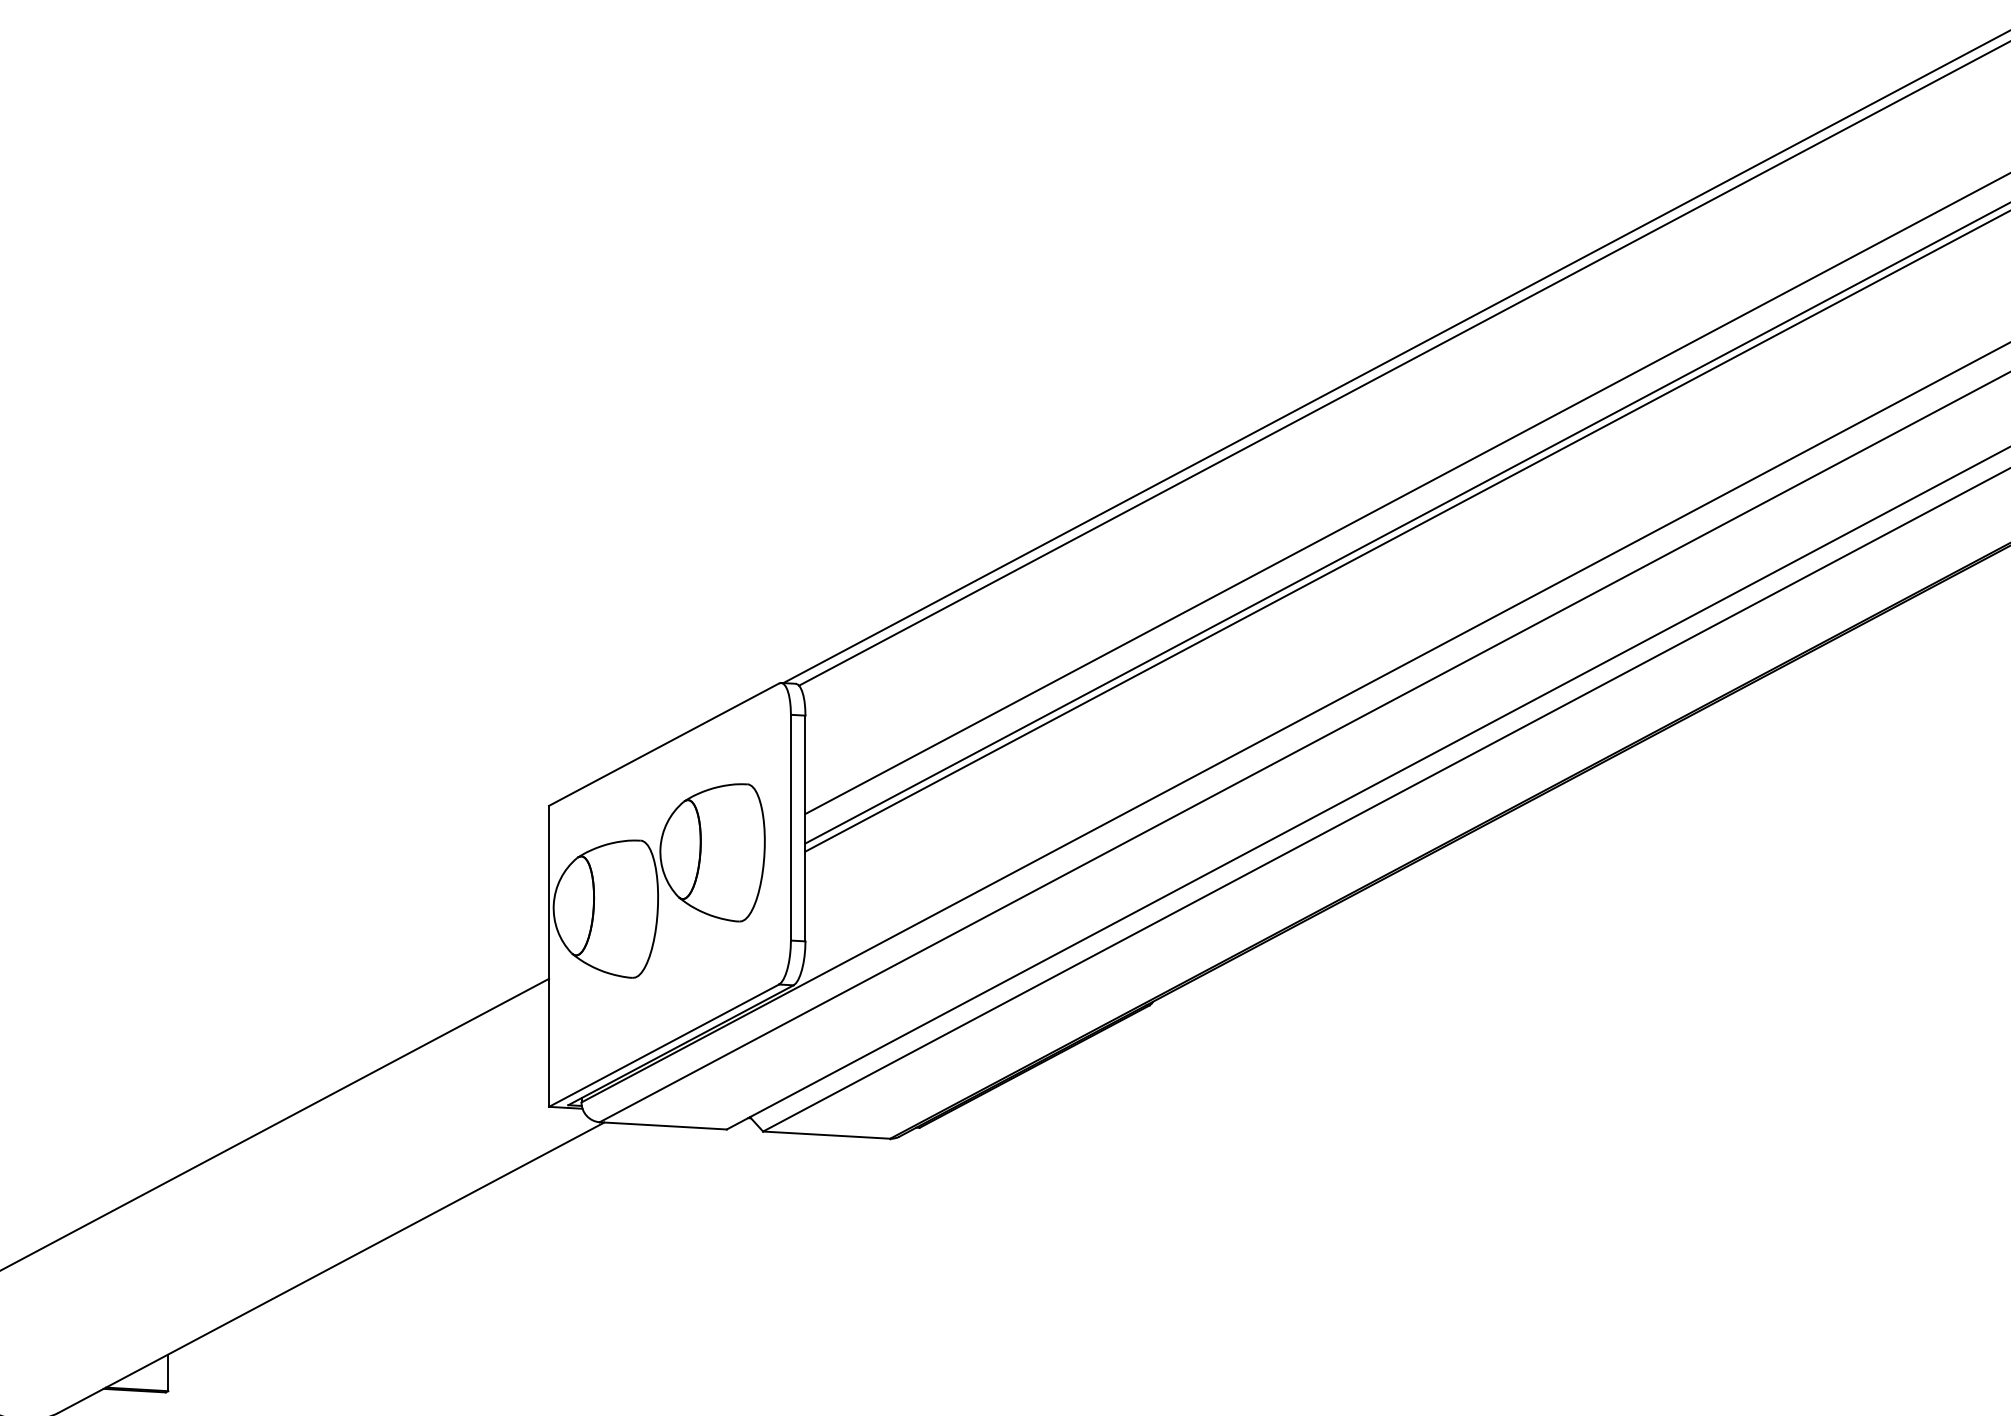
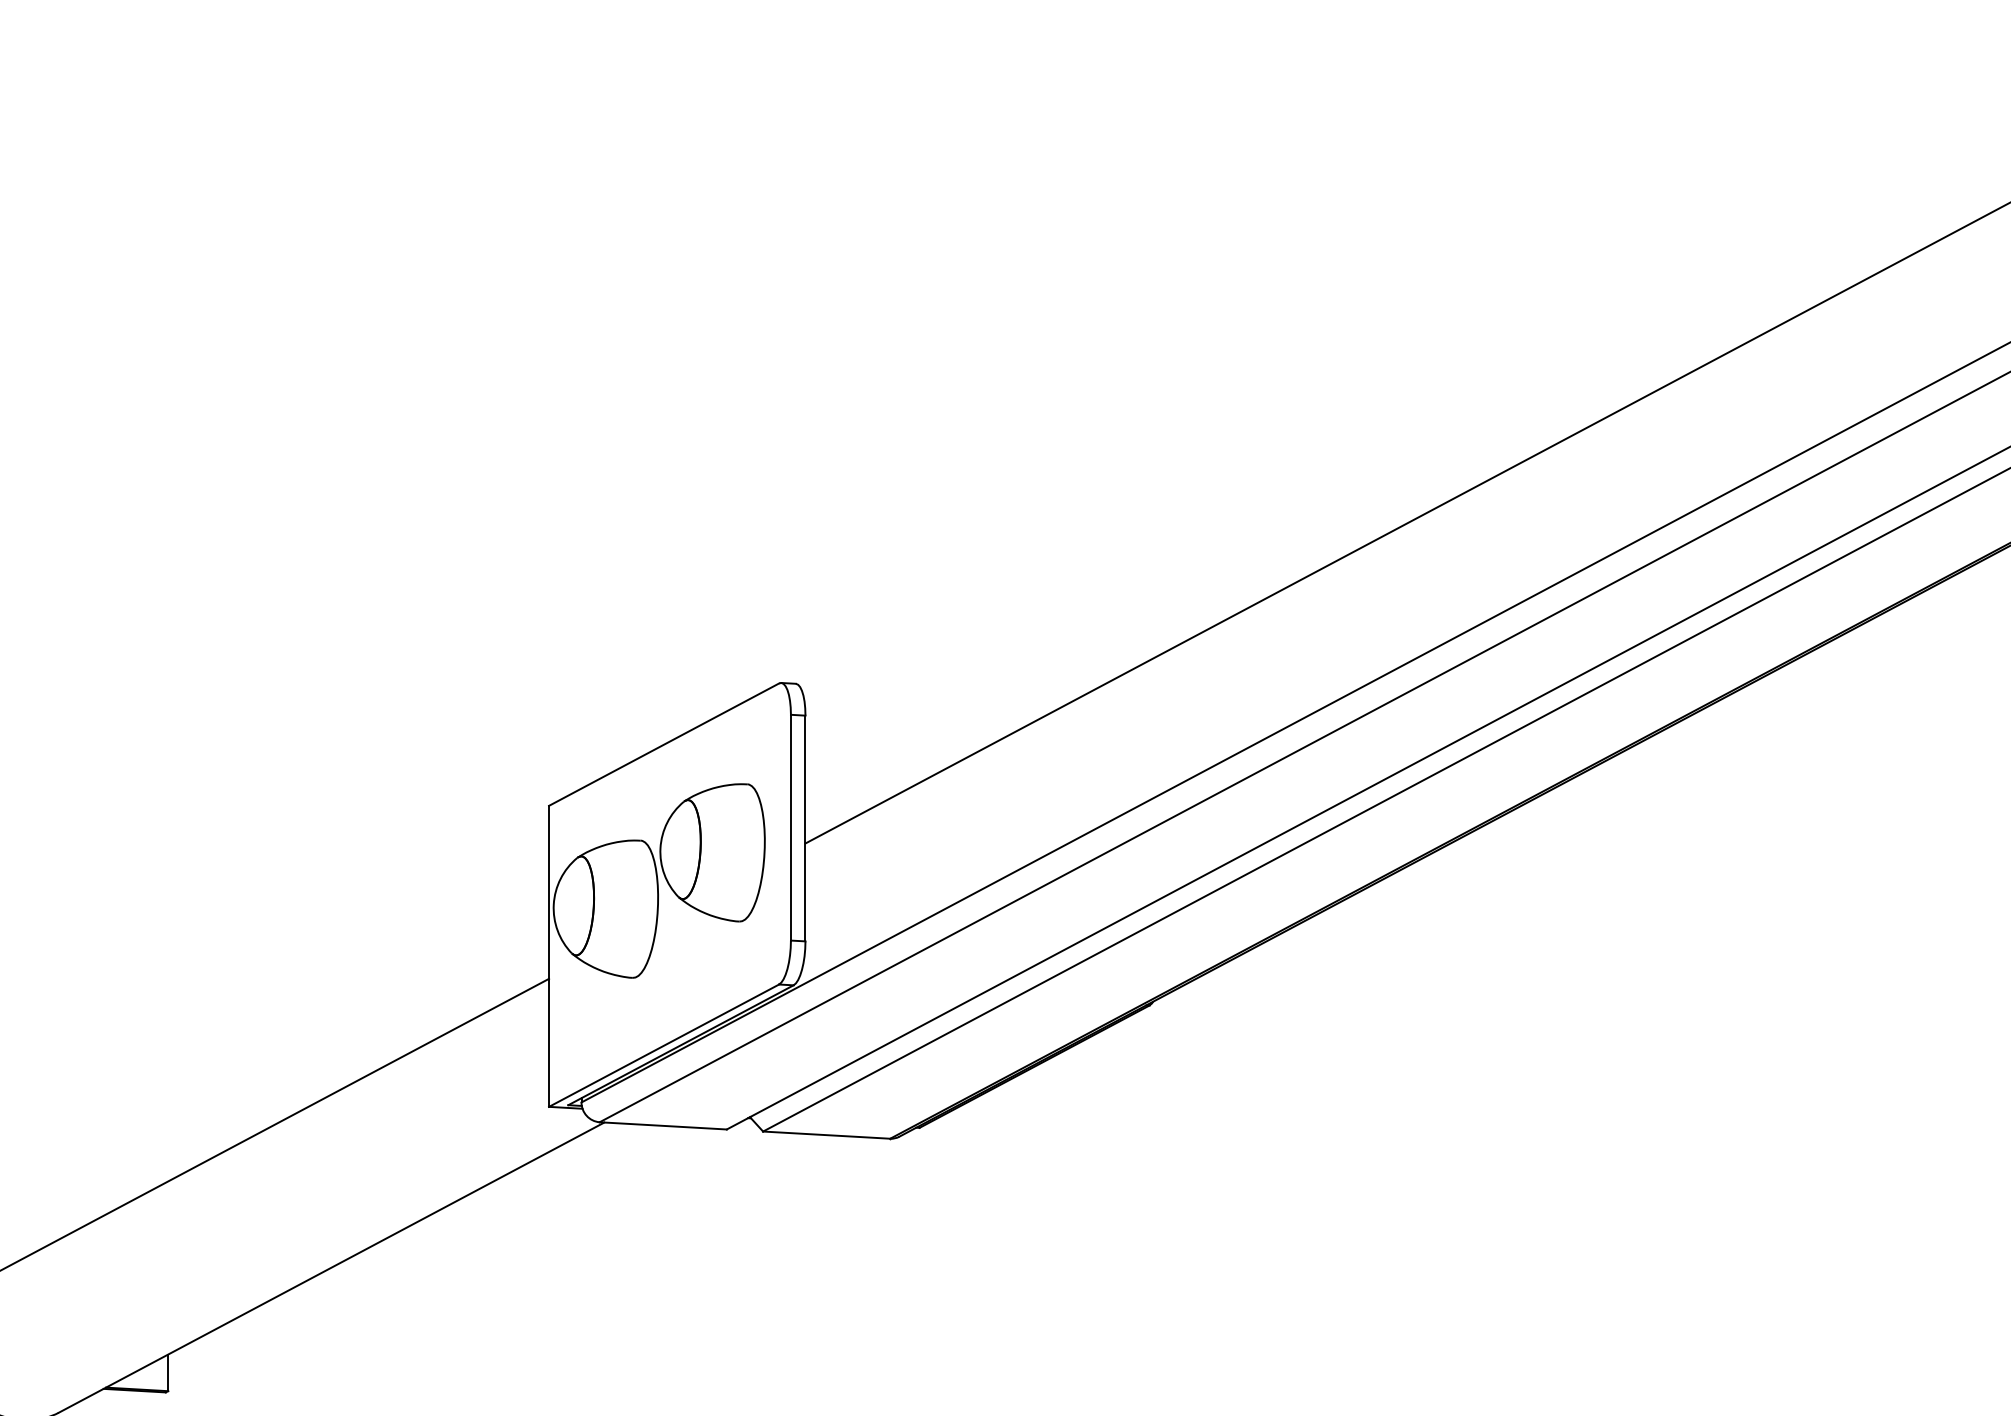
line at (1395, 357): present -> none
line at (1403, 363): present -> none
line at (1406, 494): present -> none
line at (1406, 531): present -> none
